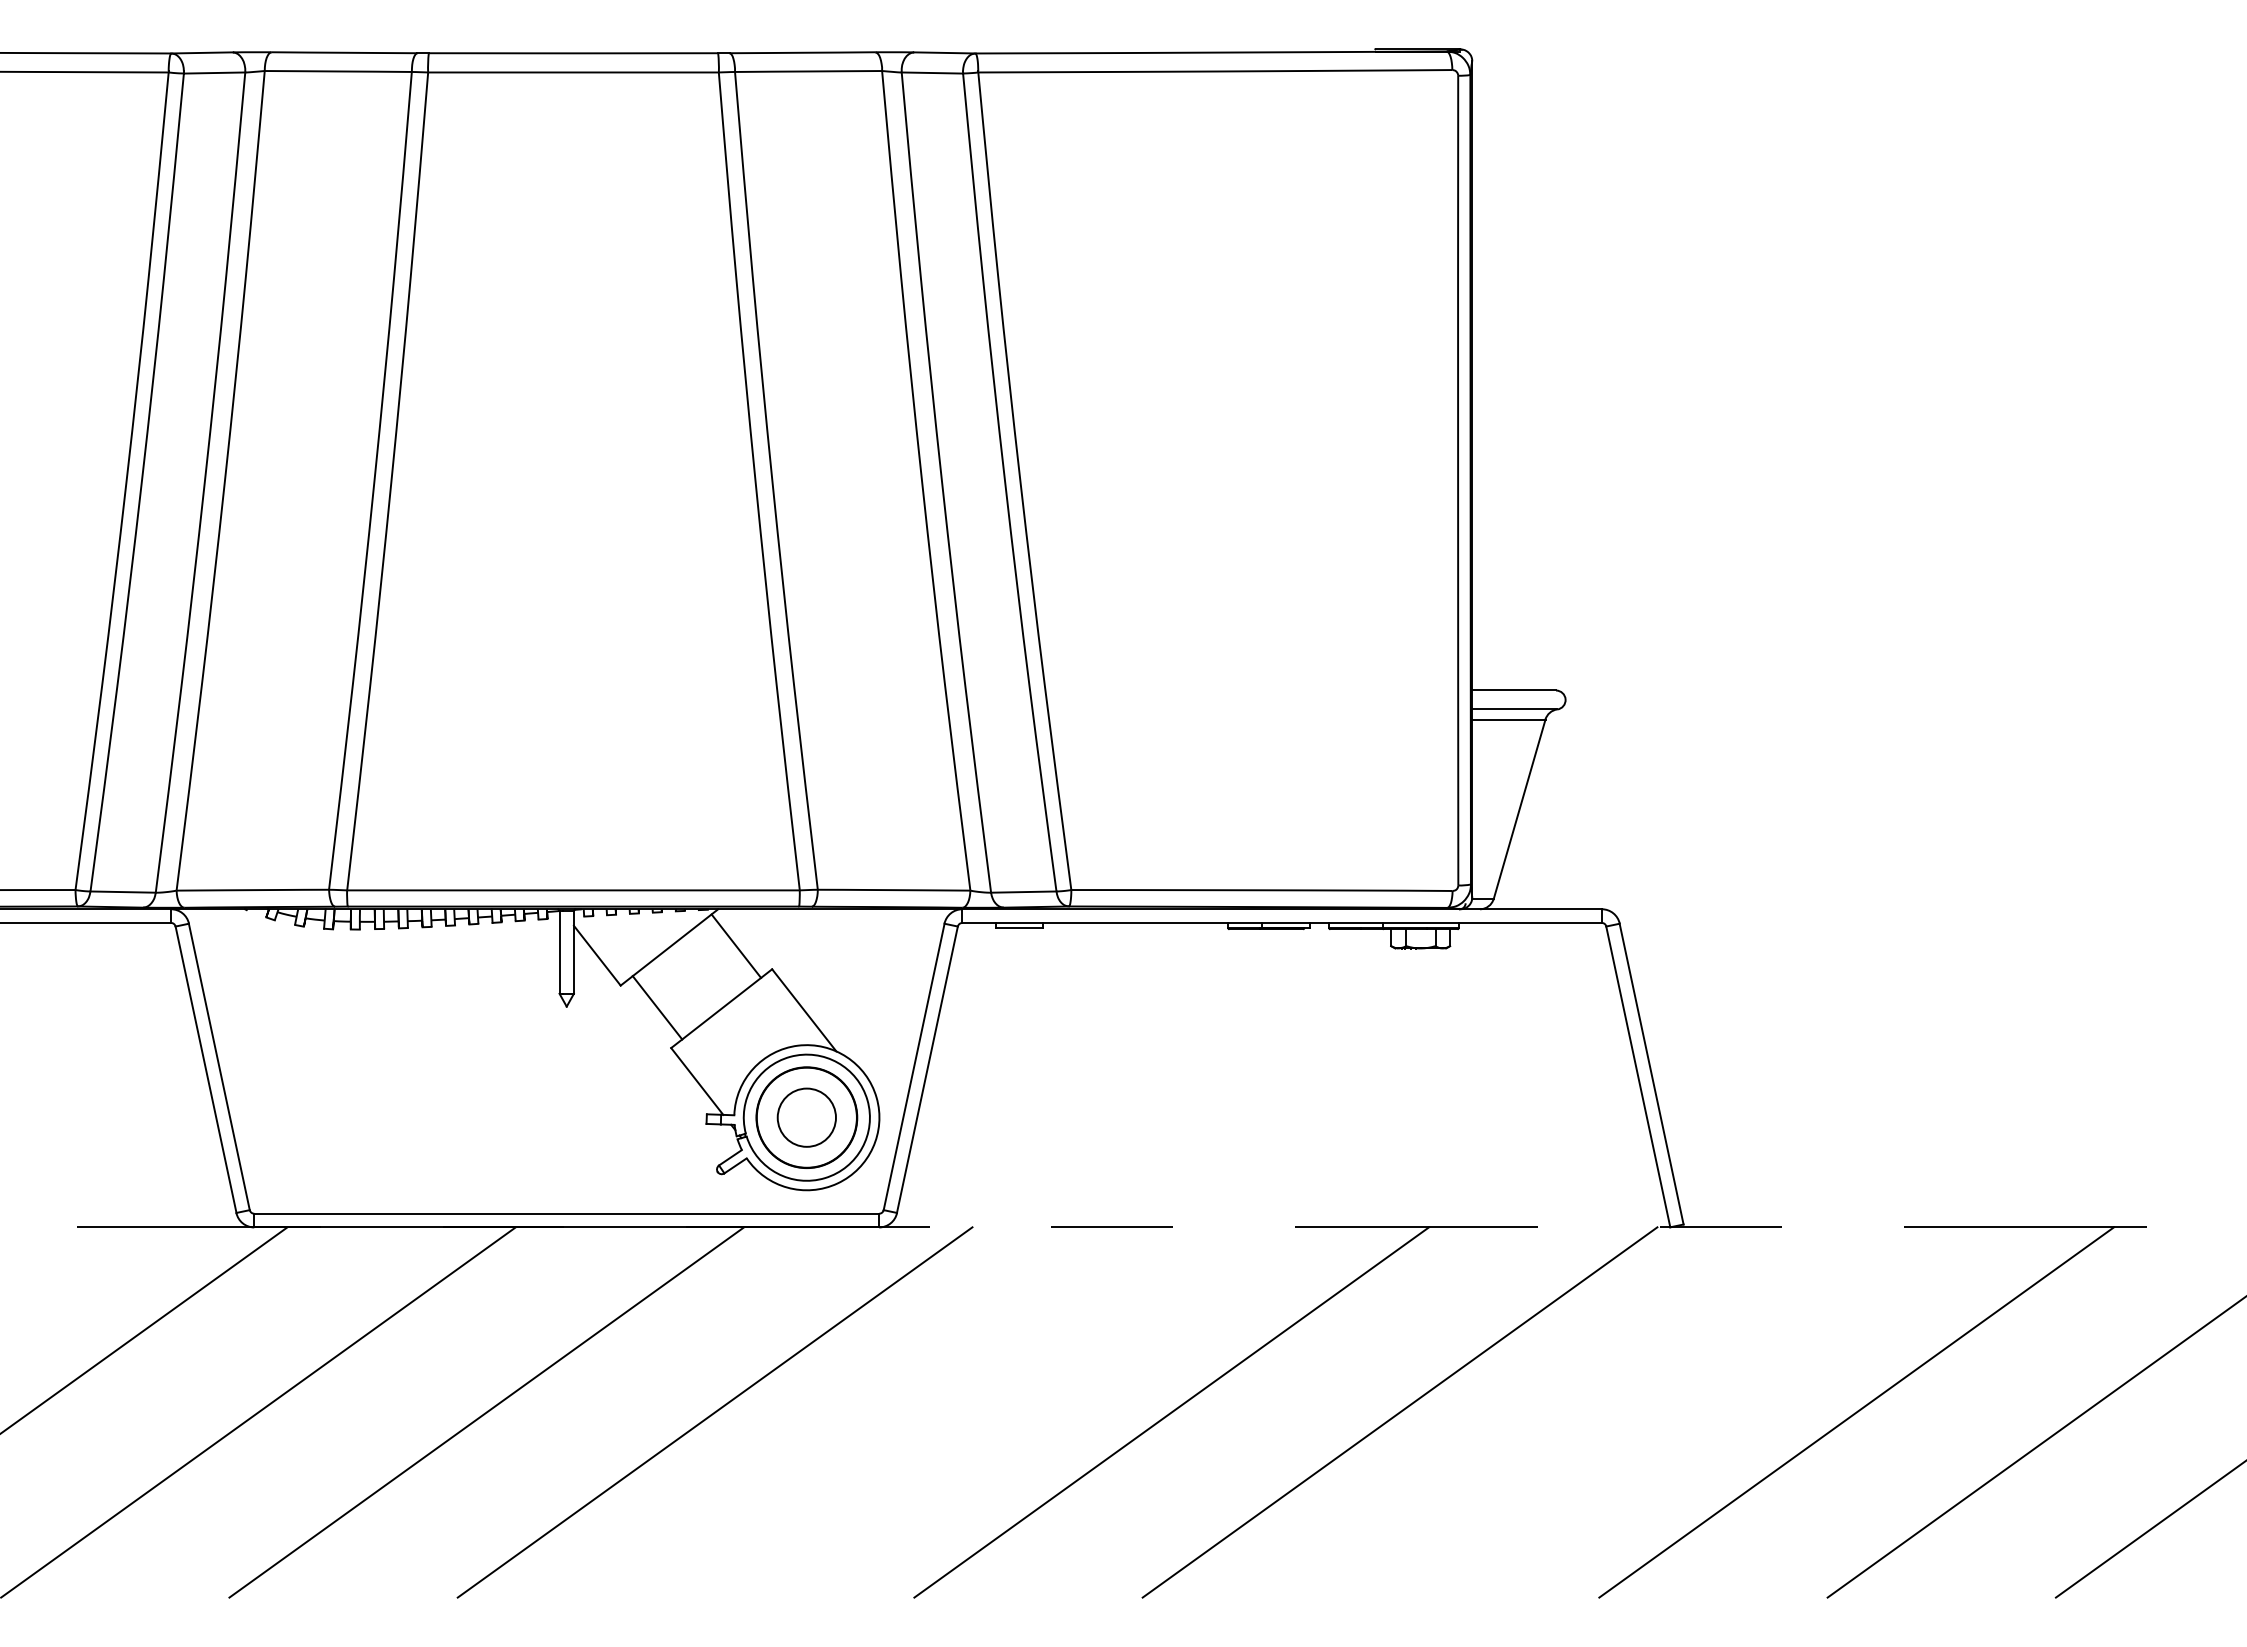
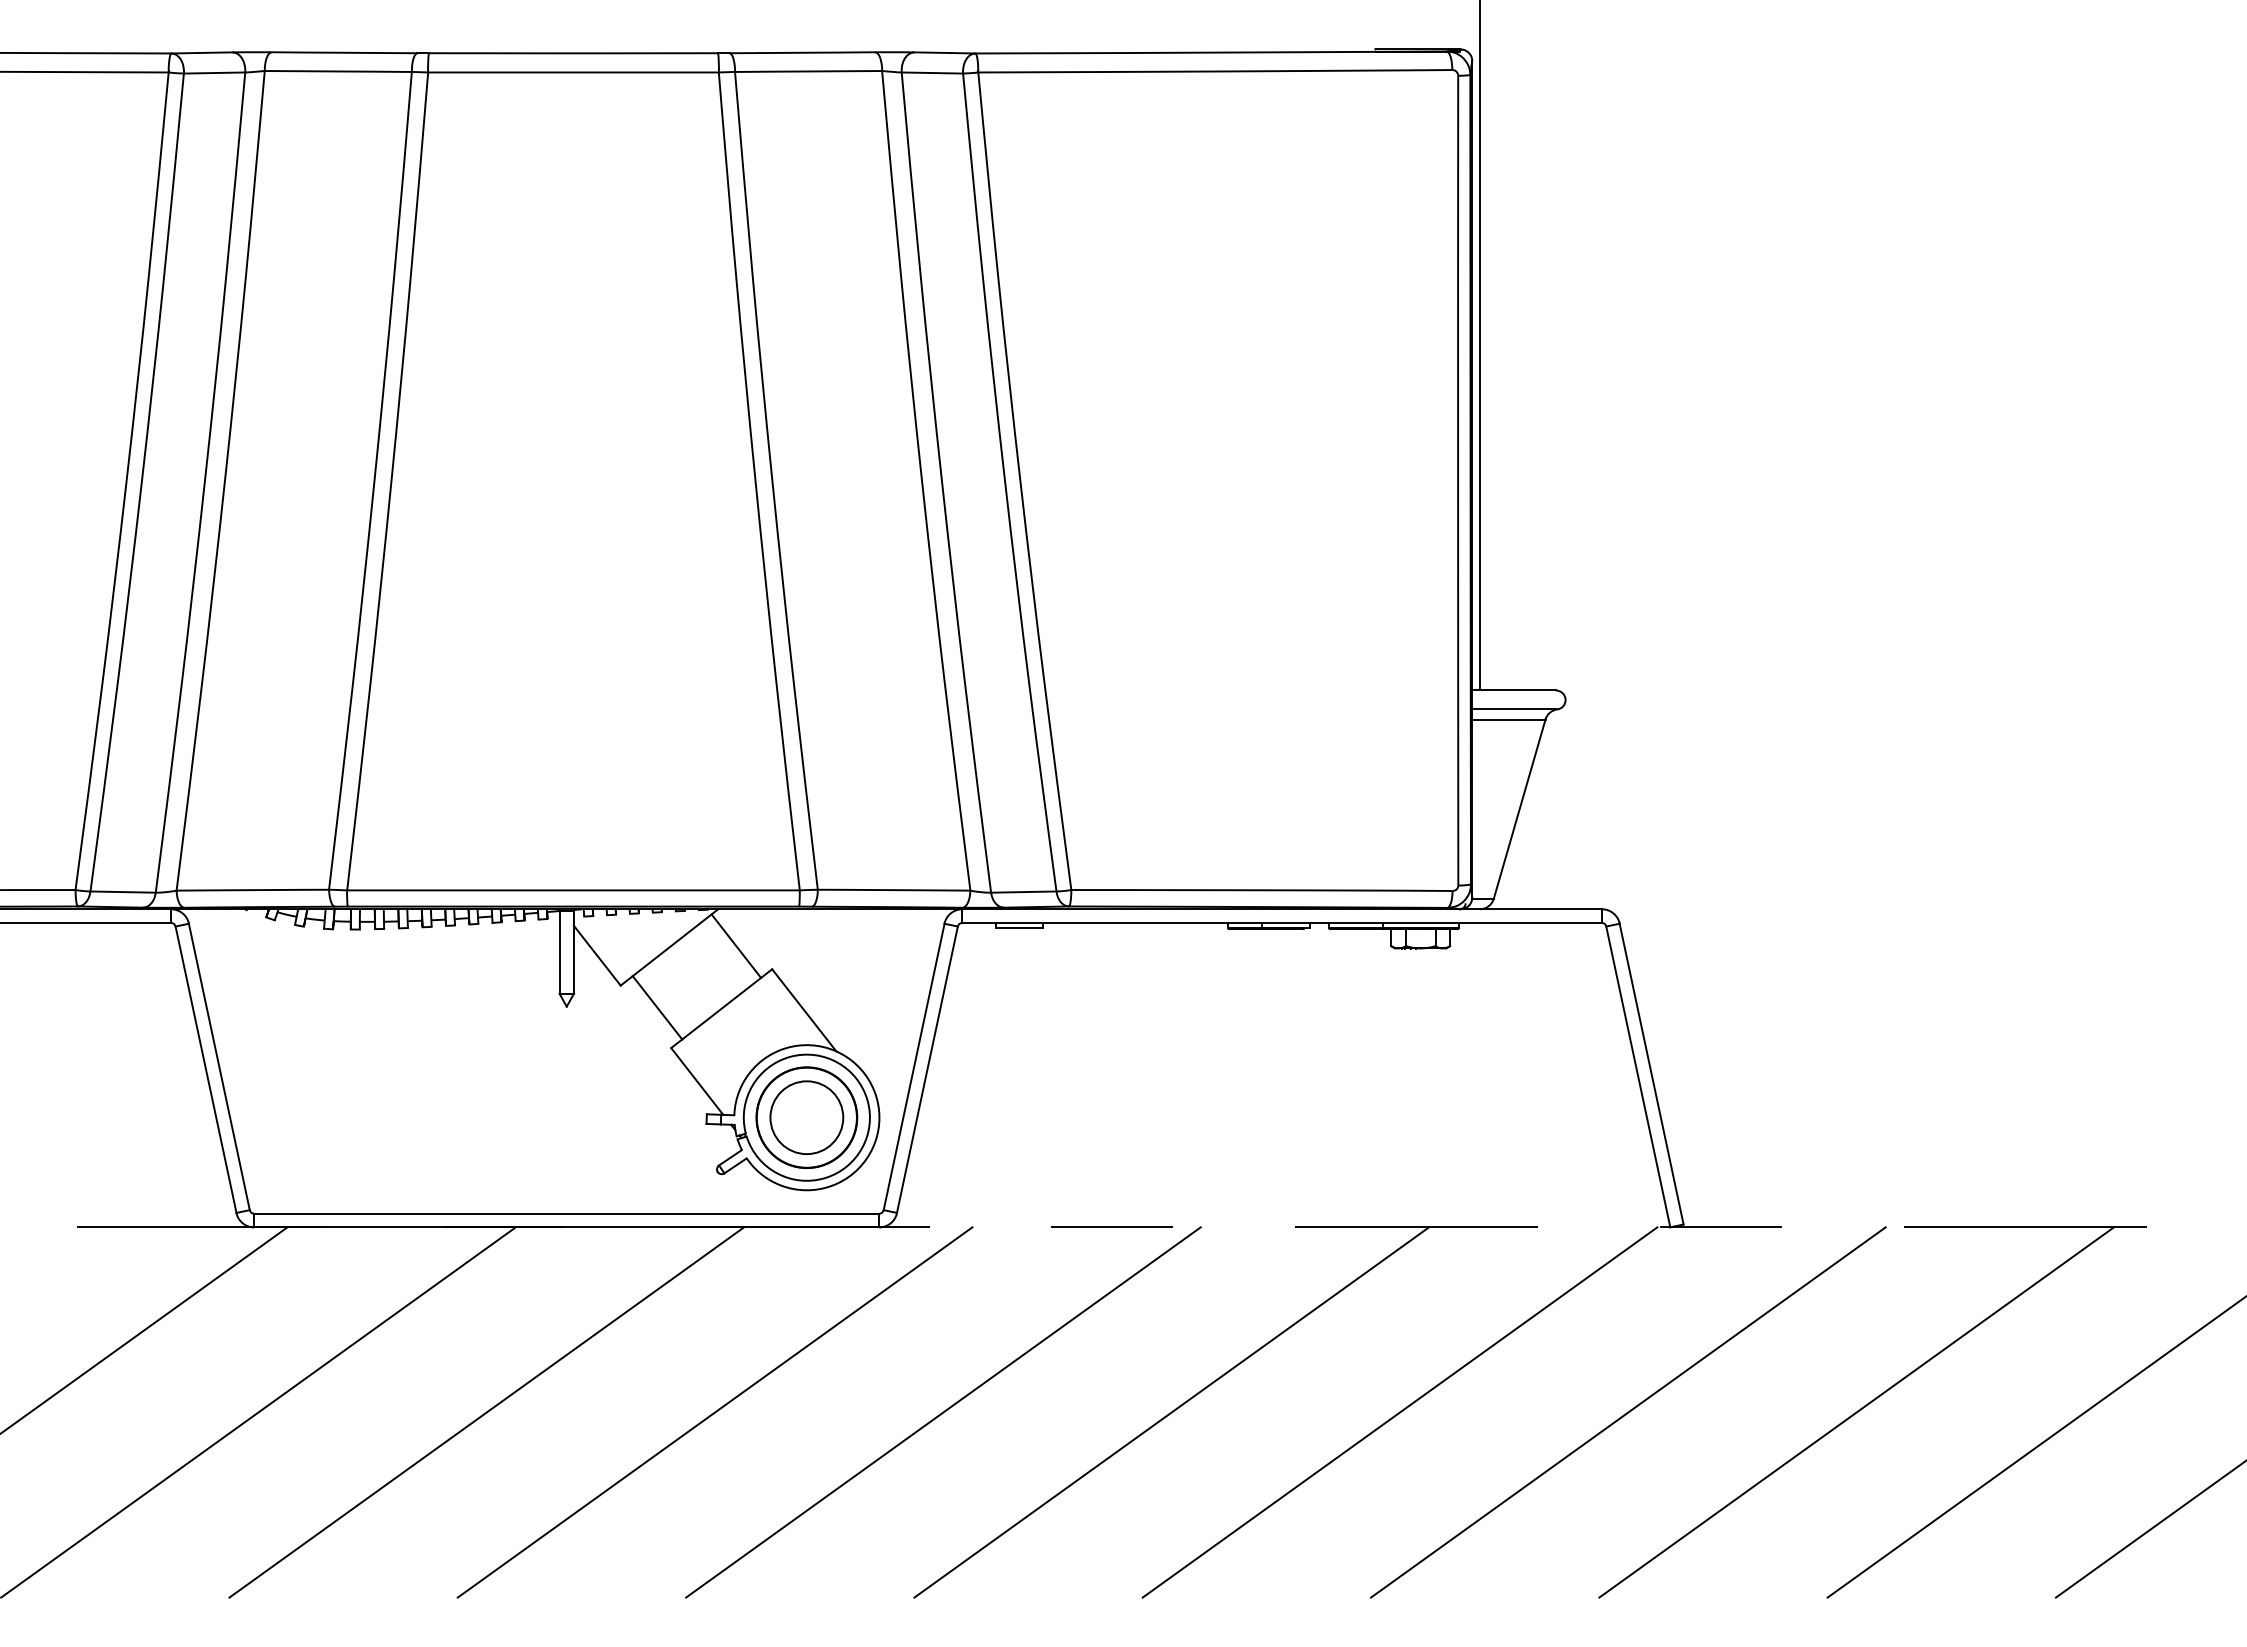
line at (1479, 346): none -> present
circle at (806, 1117) diameter: 58 px -> 73 px
line at (943, 1412): none -> present
line at (1628, 1412): none -> present
